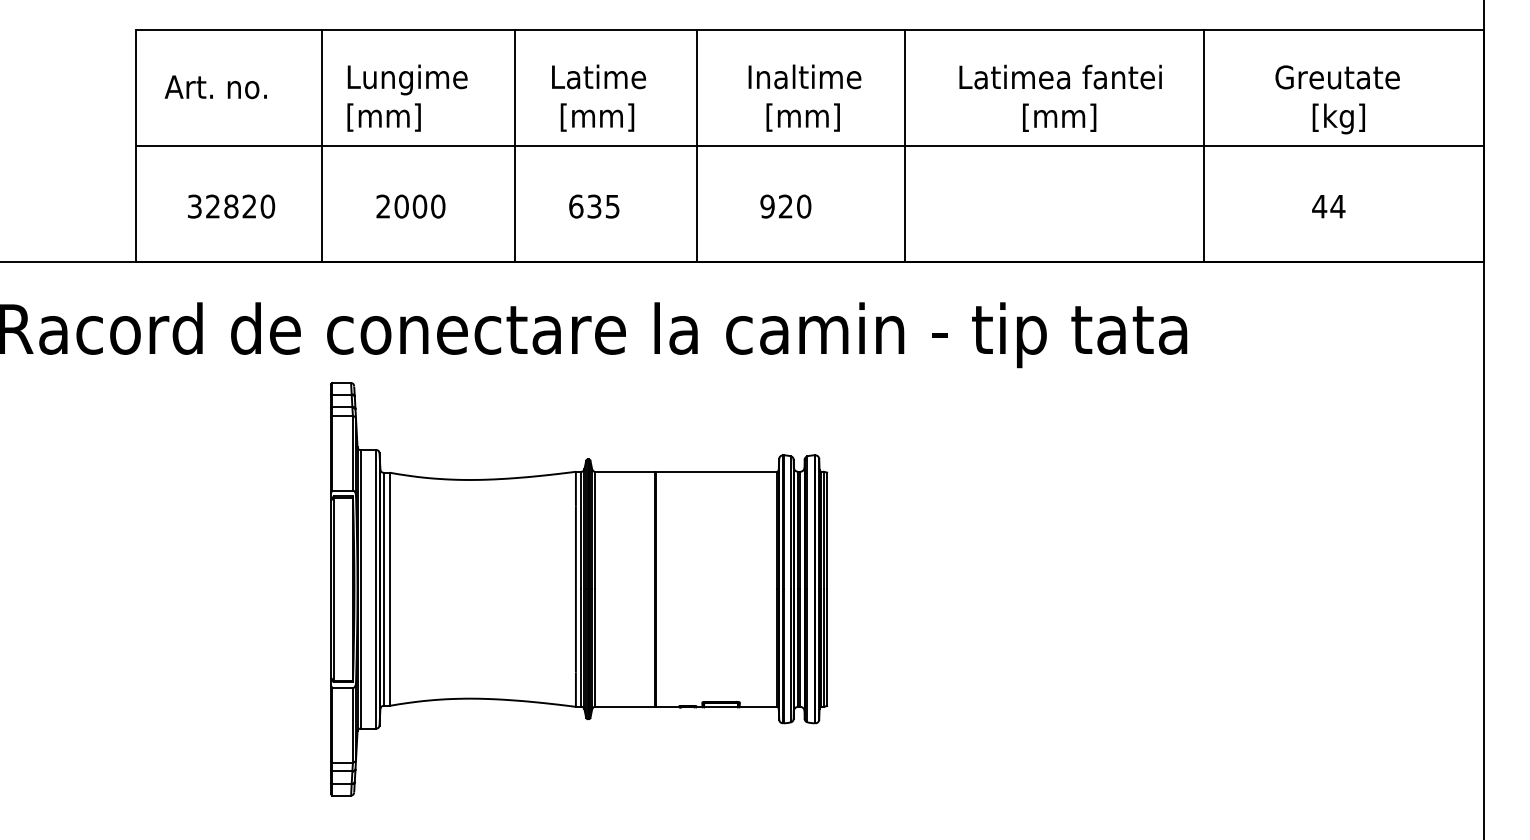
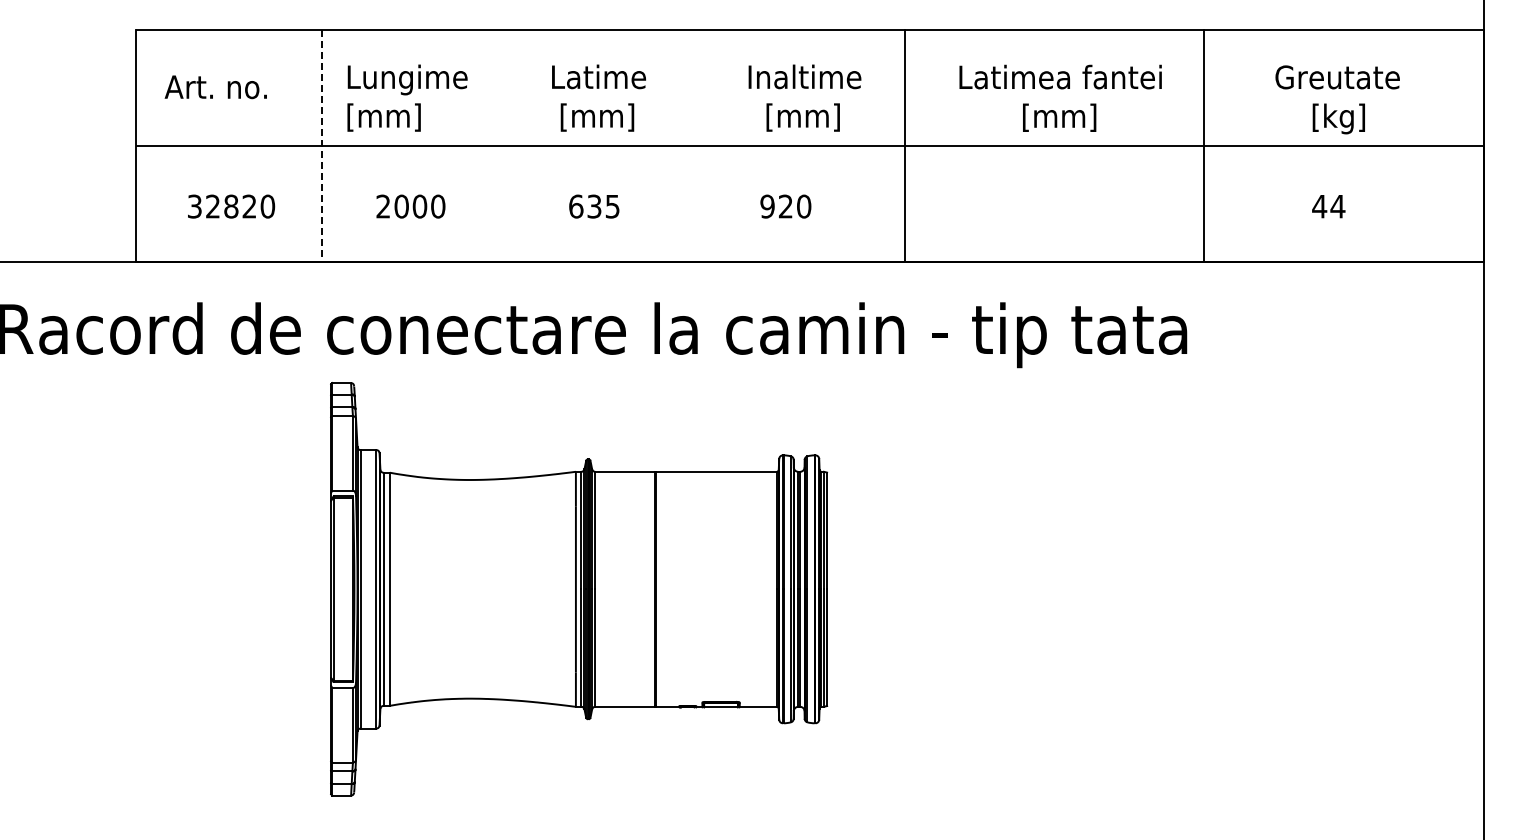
line at (514, 145): present -> none
line at (696, 145): present -> none
line at (321, 146): solid -> dashed
